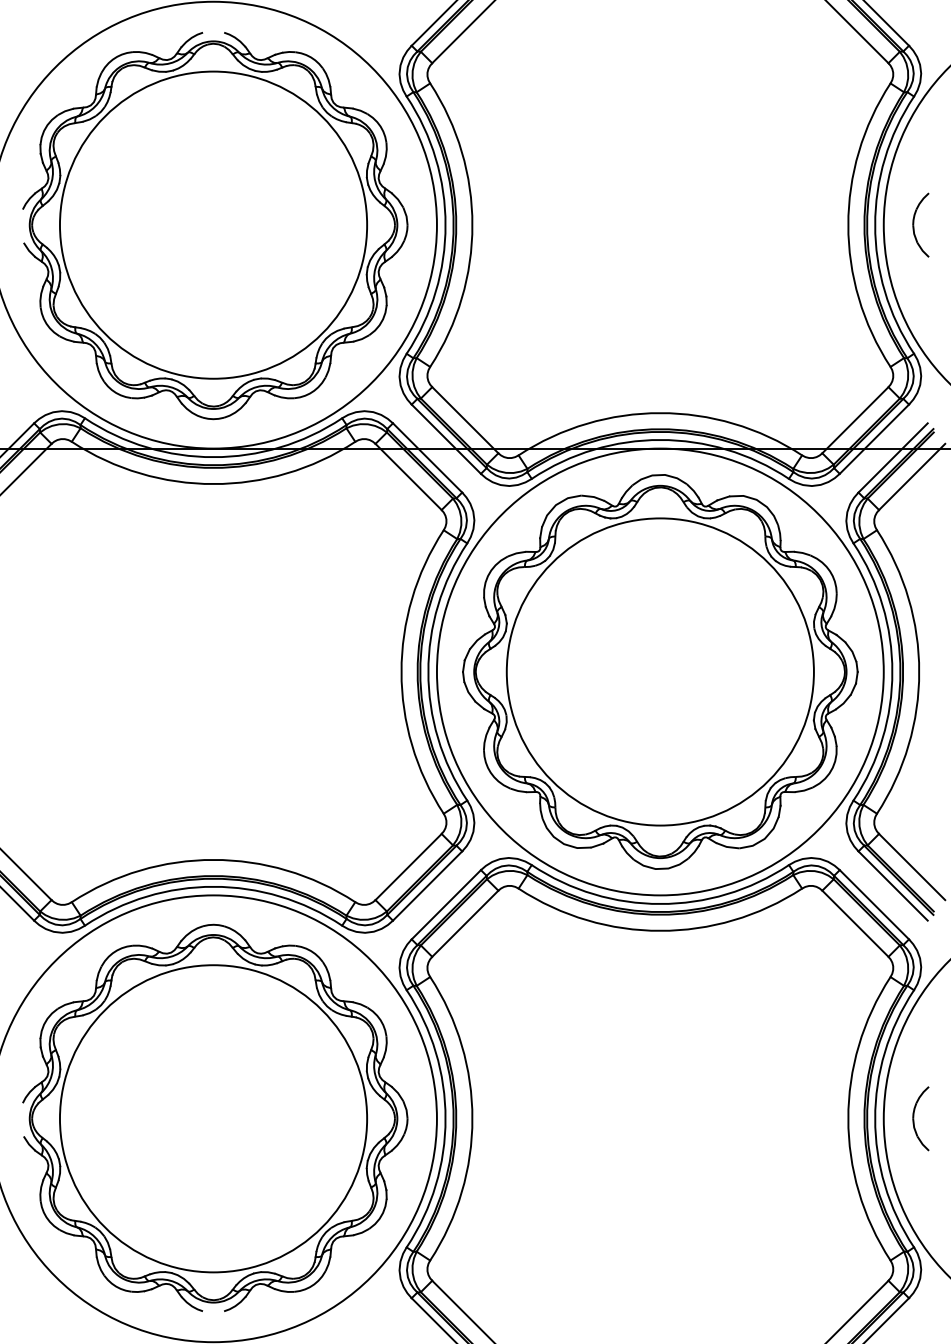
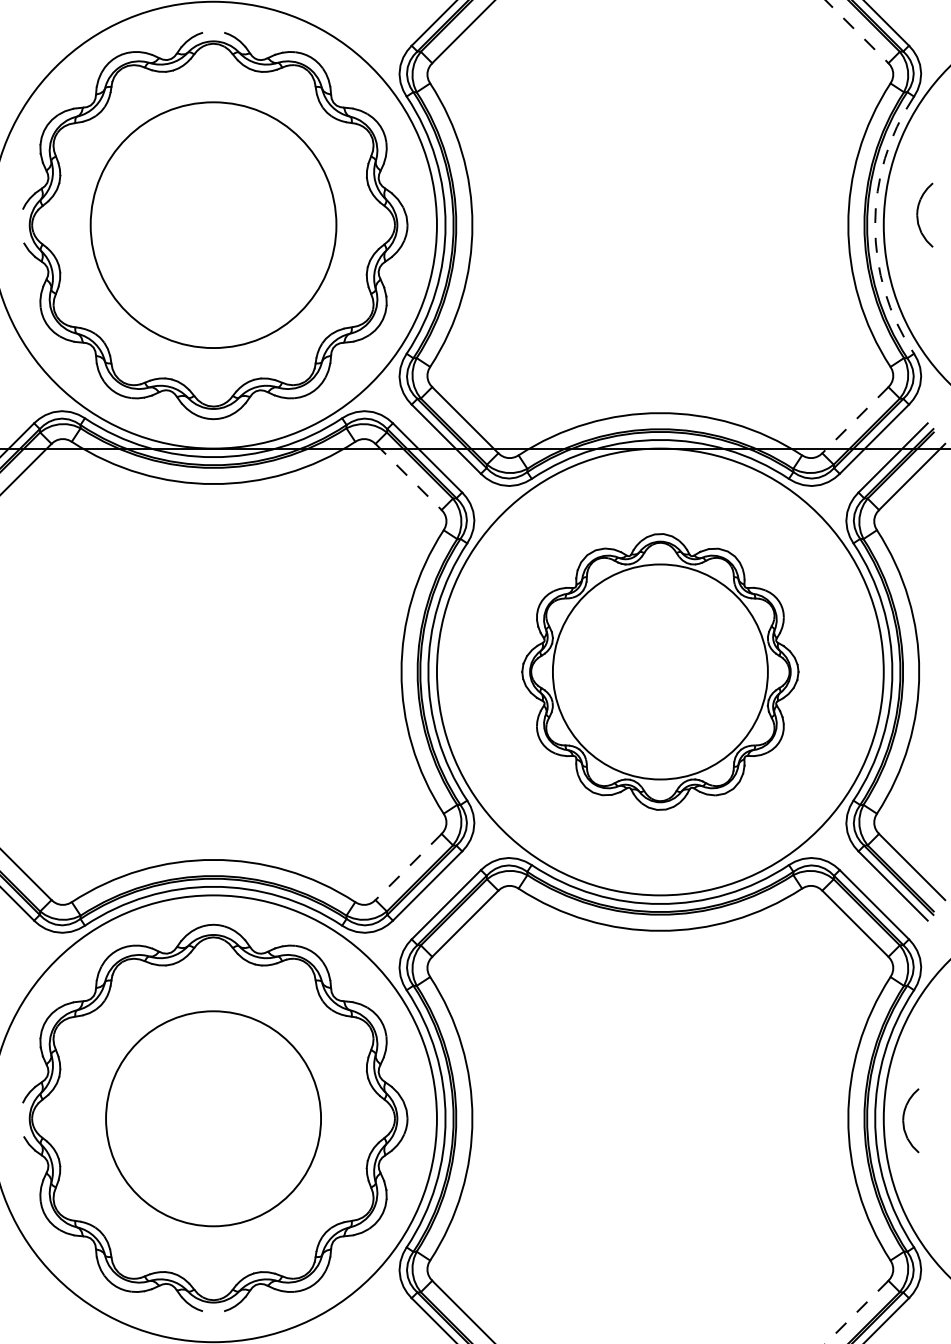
line at (857, 32): solid -> dashed
circle at (213, 224) diameter: 307 px -> 246 px
part at (920, 224) position: (920, 224) -> (924, 214)
arc at (875, 225): solid -> dashed
line at (855, 420): solid -> dashed
line at (408, 476): solid -> dashed
part at (660, 671) size: 397x396 px -> 279x278 px
line at (408, 867): solid -> dashed
circle at (213, 1118) diameter: 307 px -> 215 px
part at (920, 1118) position: (920, 1118) -> (910, 1120)
line at (856, 1312): solid -> dashed
